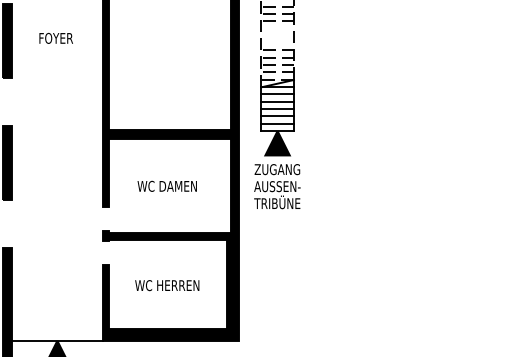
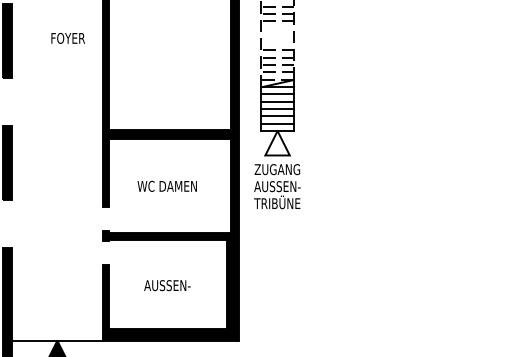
text at (55, 37) position: (55, 37) -> (67, 37)
fill at (277, 143): present -> none
text at (167, 285): WC HERREN -> AUSSEN-
